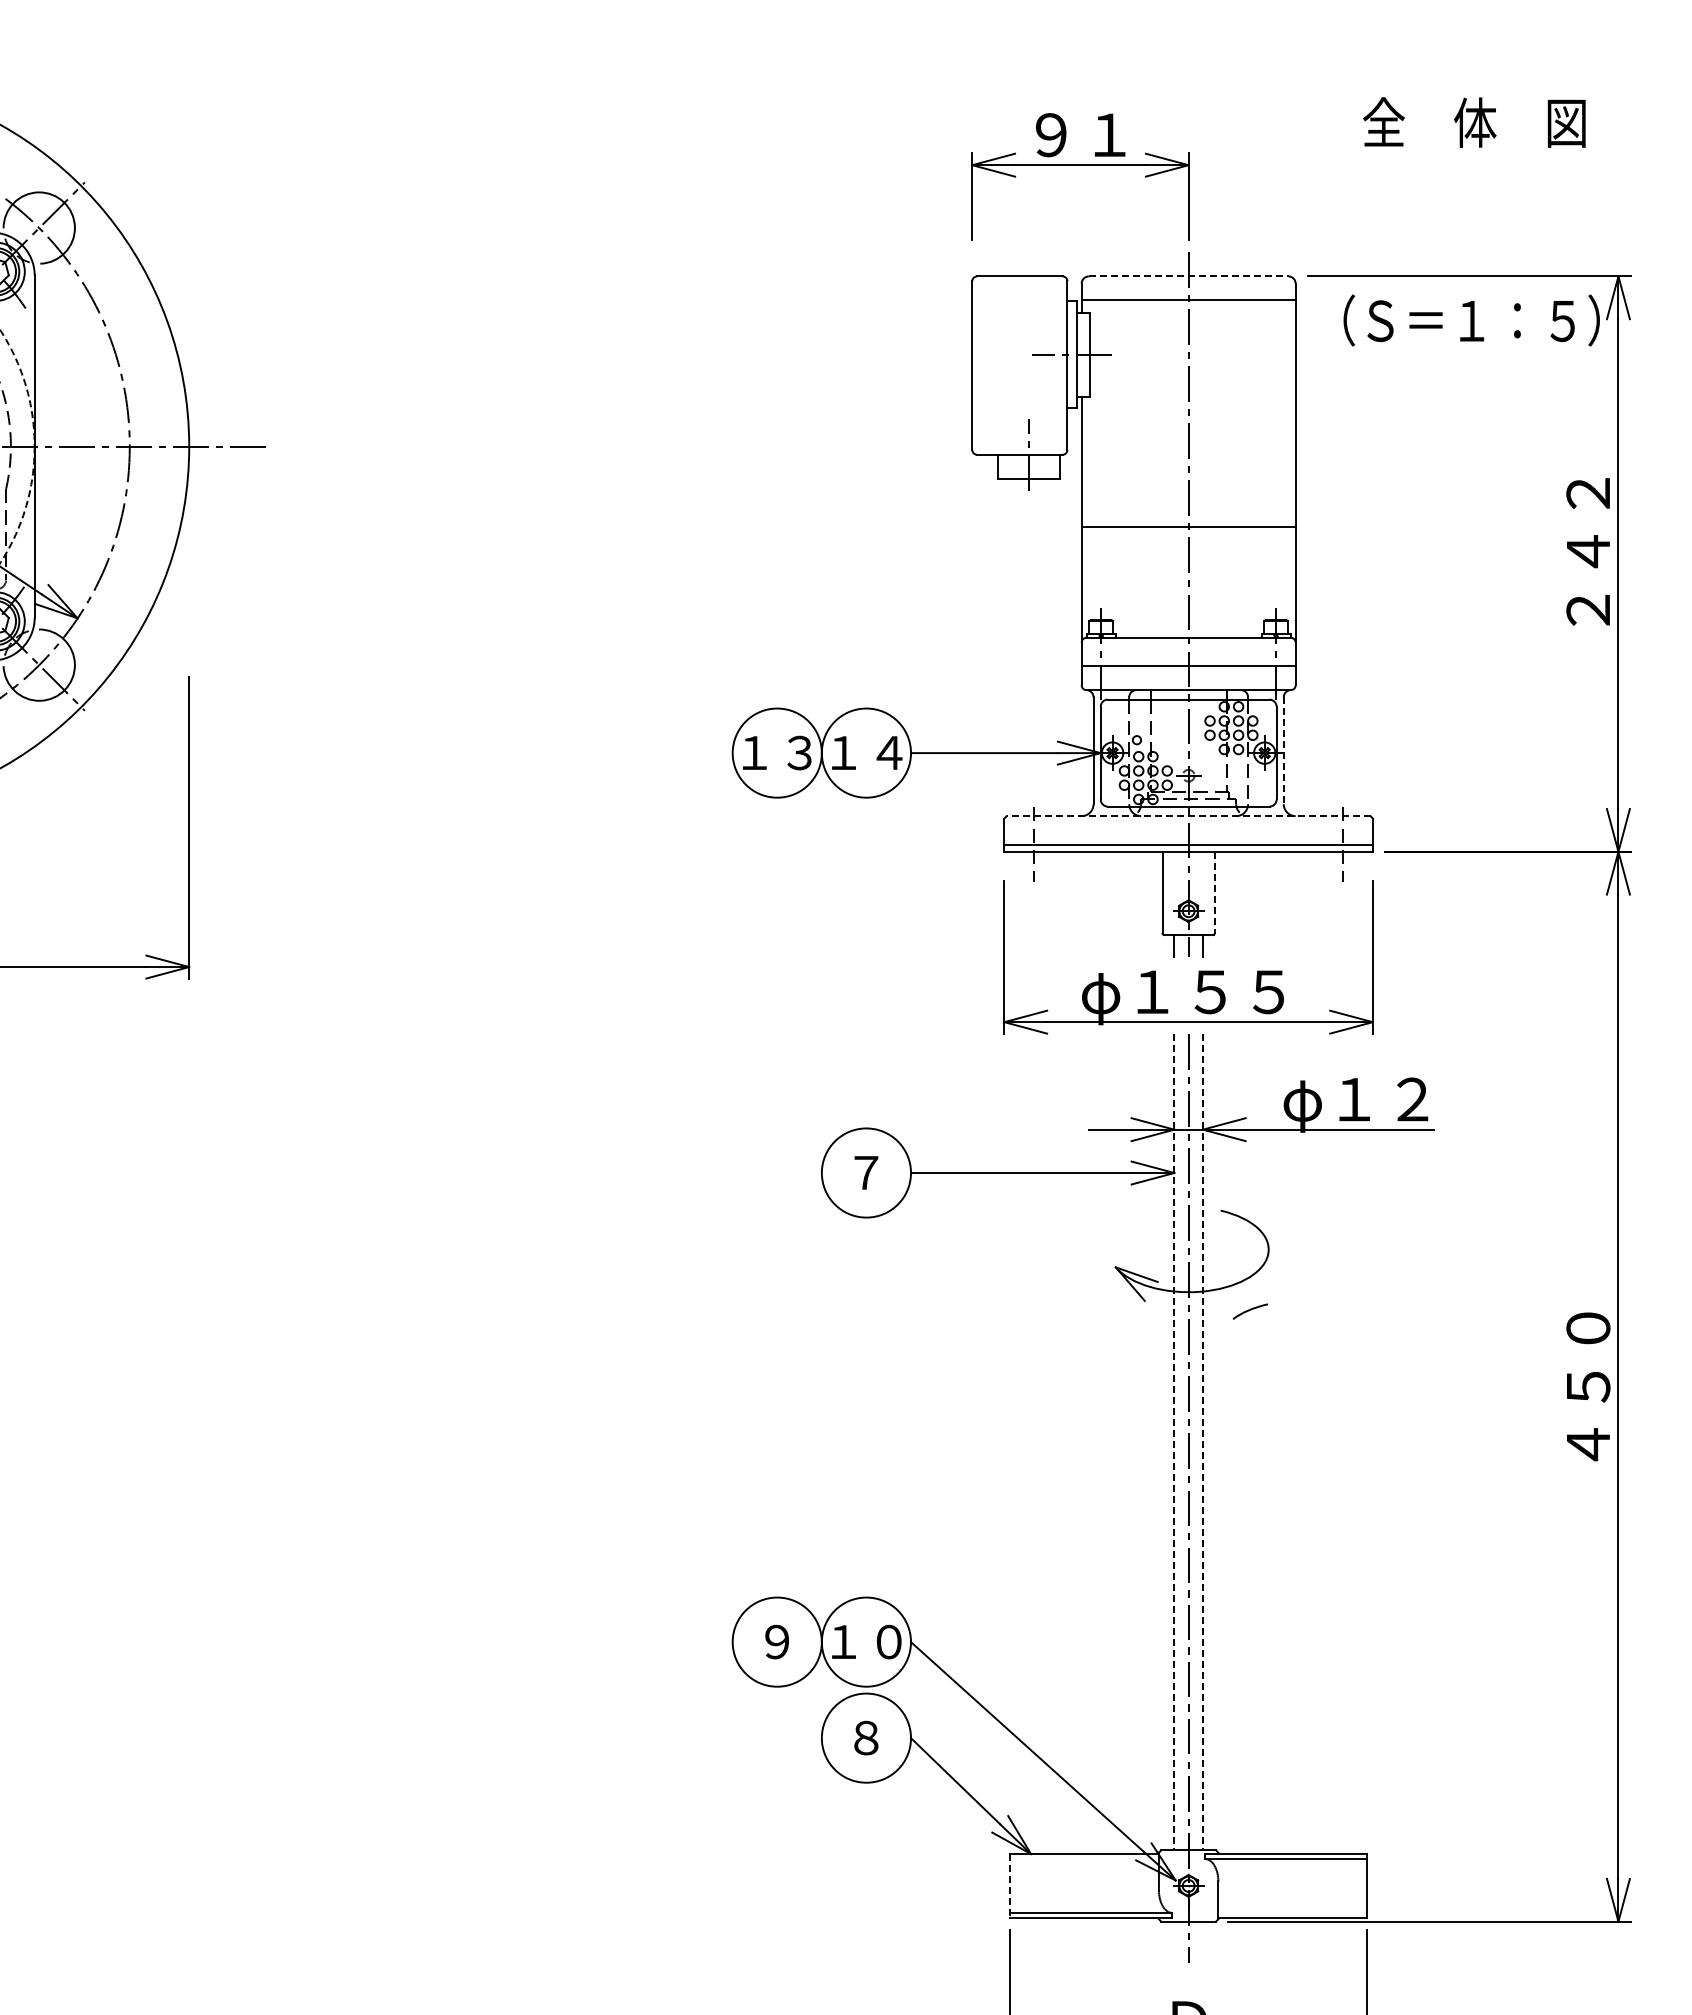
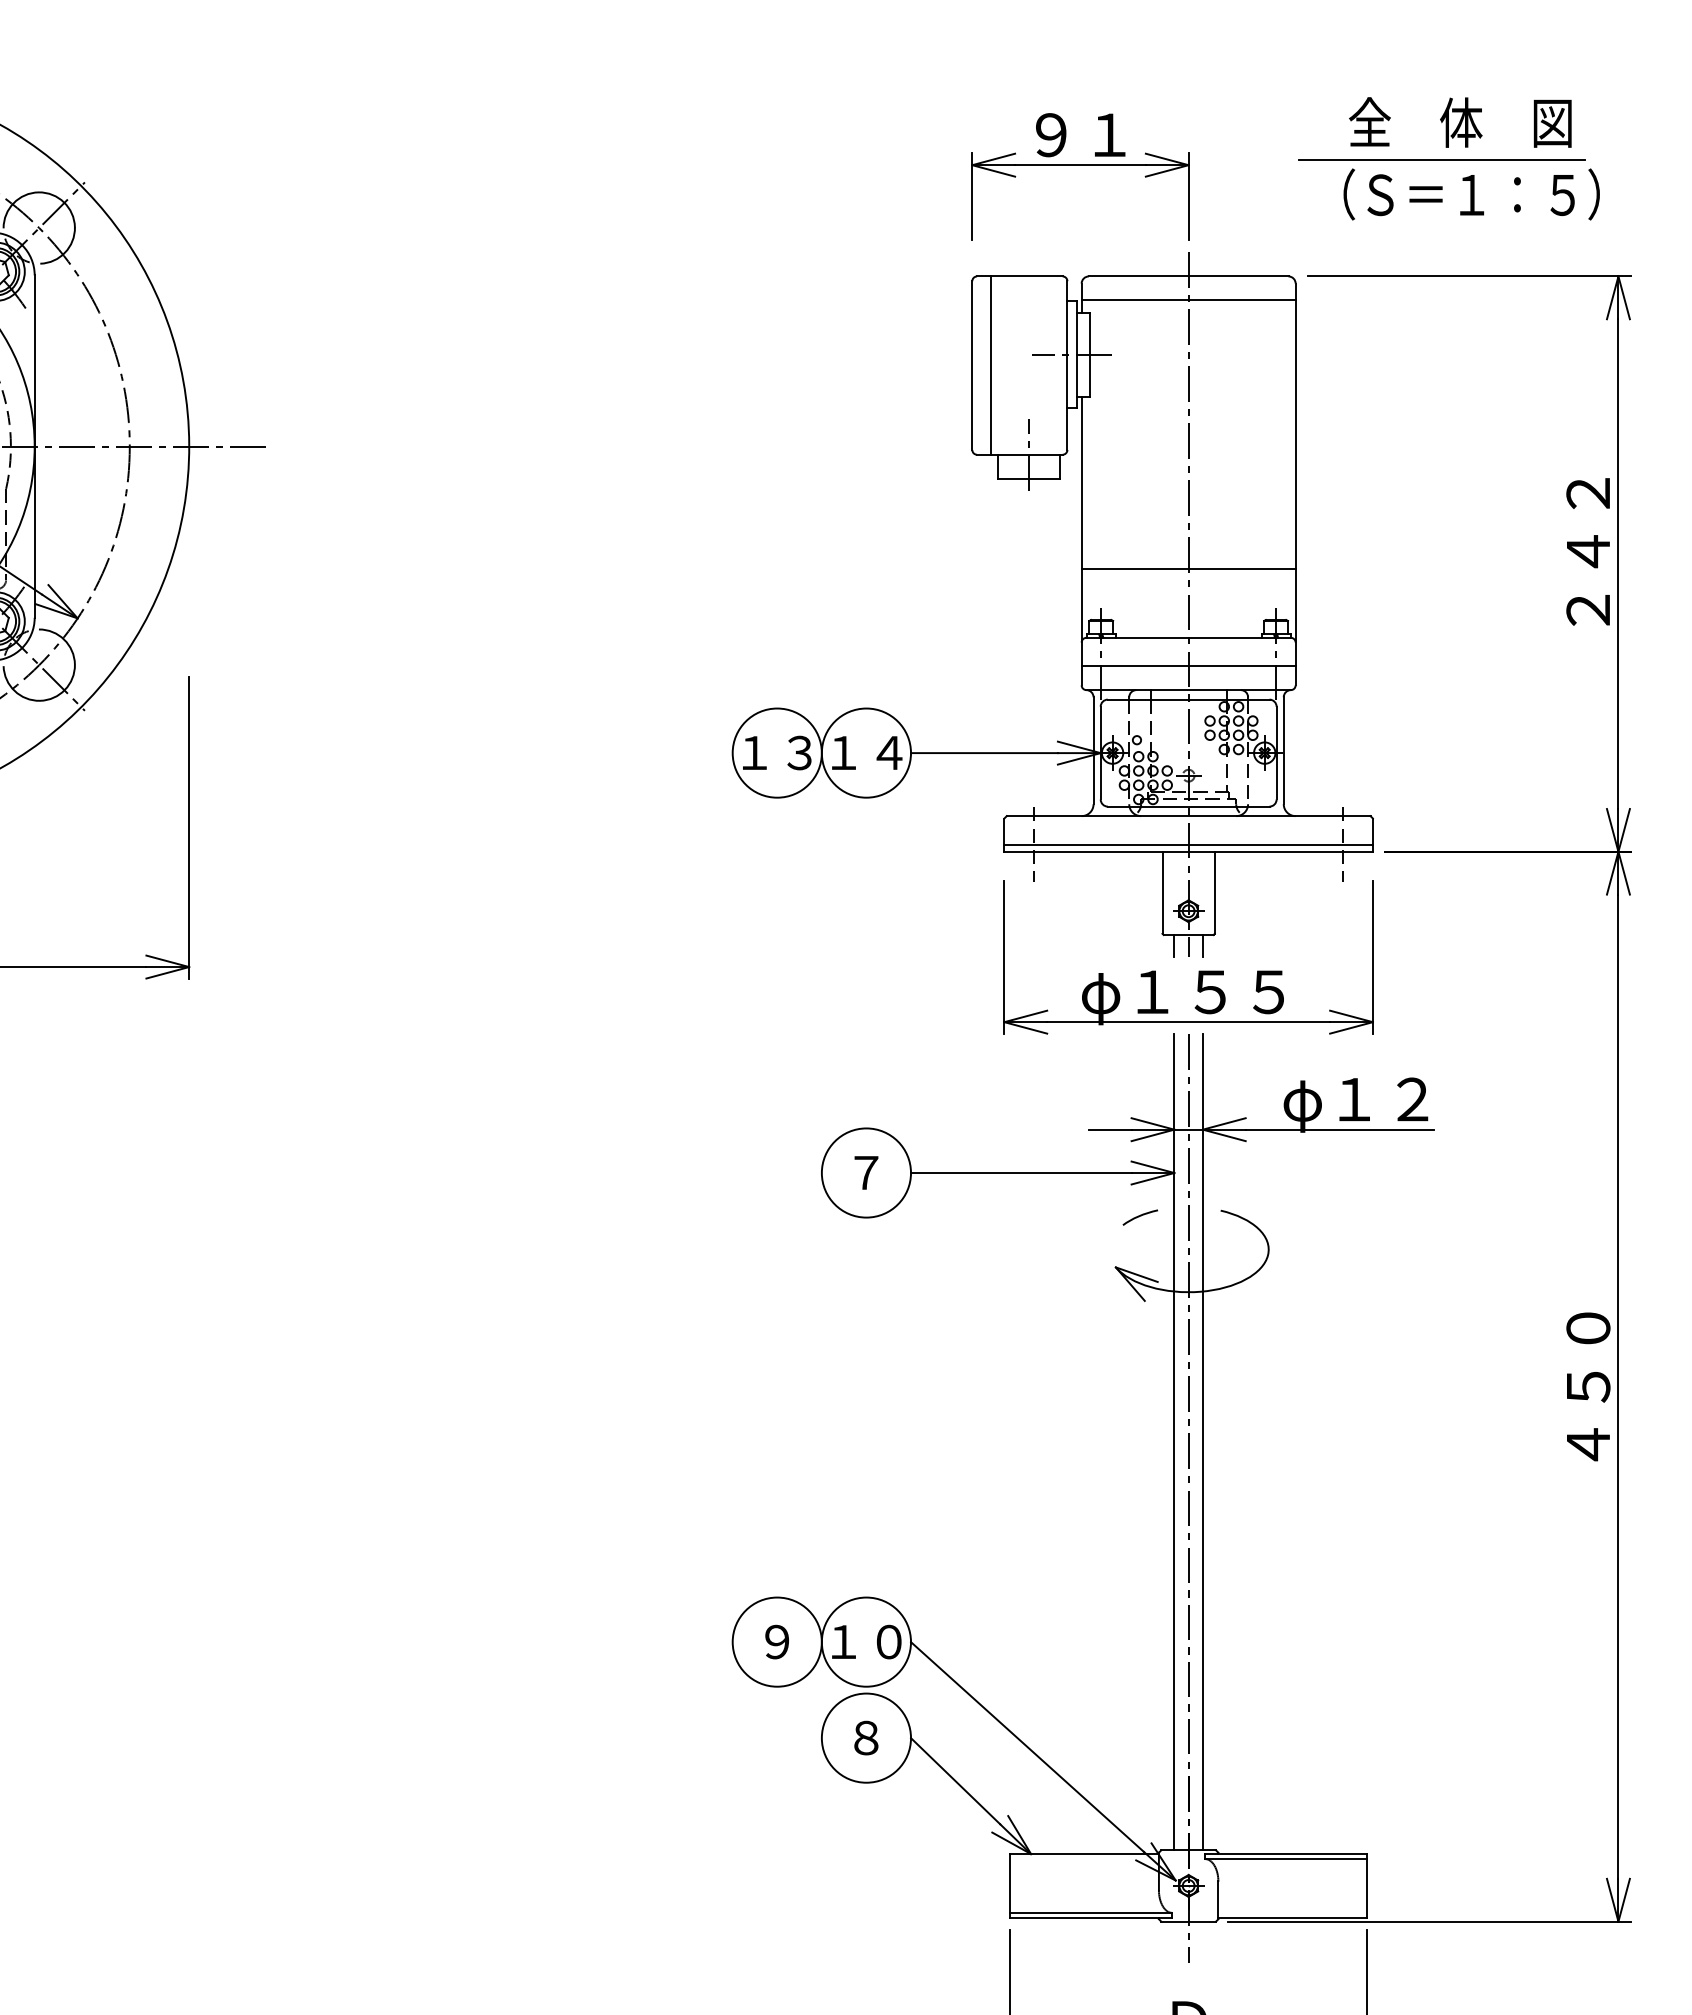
text at (1474, 122) position: (1474, 122) -> (1460, 122)
line at (1441, 159): none -> present
line at (1188, 276): dashed -> solid
text at (1471, 320) position: (1471, 320) -> (1471, 194)
line at (991, 365): none -> present
circle at (17, 446): dashed -> solid
line at (1188, 526) position: (1188, 526) -> (1188, 568)
line at (1283, 751): dashed -> solid
line at (1188, 816): dashed -> solid
line at (1214, 893): dashed -> solid
curve at (1249, 1311) position: (1249, 1311) -> (1139, 1217)
line at (1174, 1442): dashed -> solid
line at (1202, 1442): dashed -> solid
line at (1010, 1885): dashed -> solid
